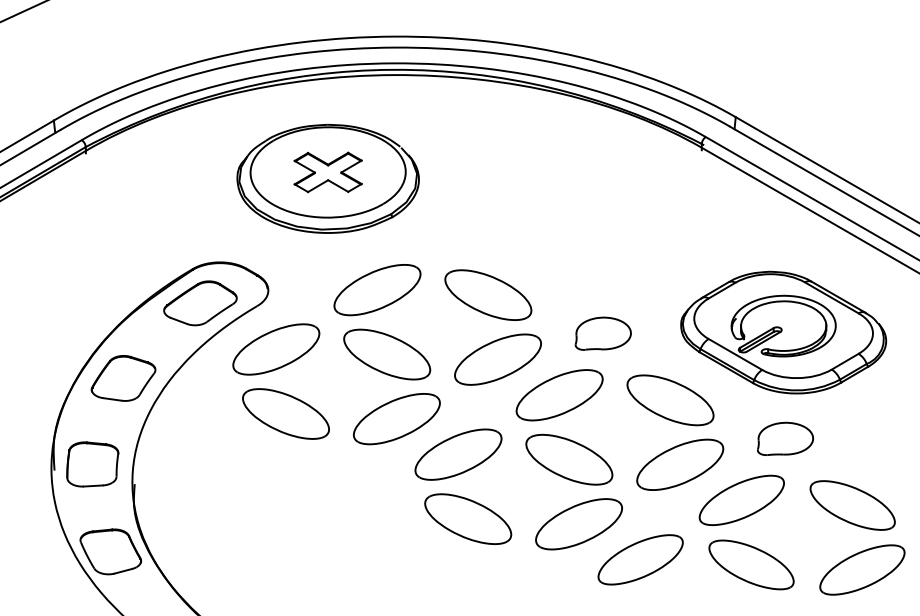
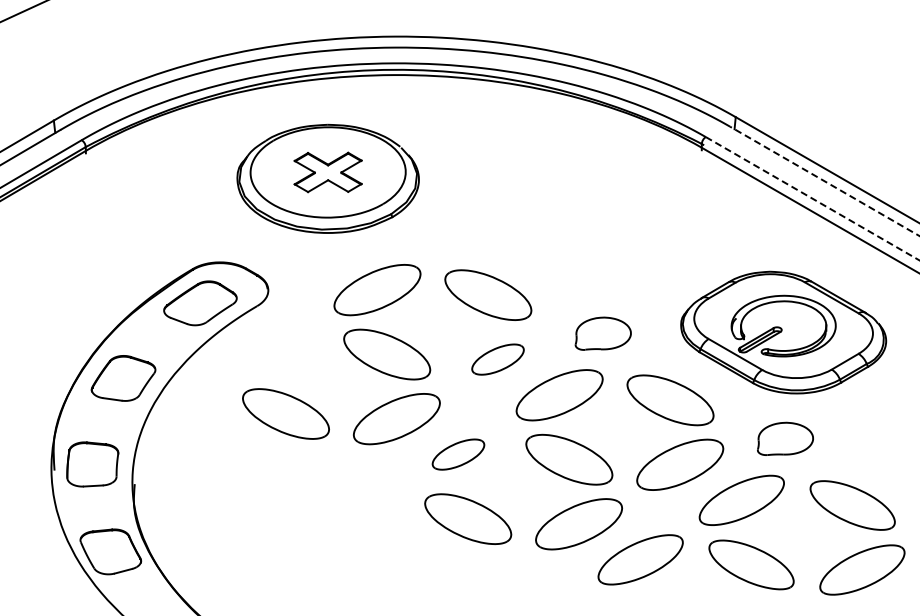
line at (824, 181): solid -> dashed
line at (813, 199): solid -> dashed
part at (276, 349): present -> none
part at (497, 359) size: 88x53 px -> 54x33 px
part at (458, 454) size: 89x53 px -> 55x33 px
